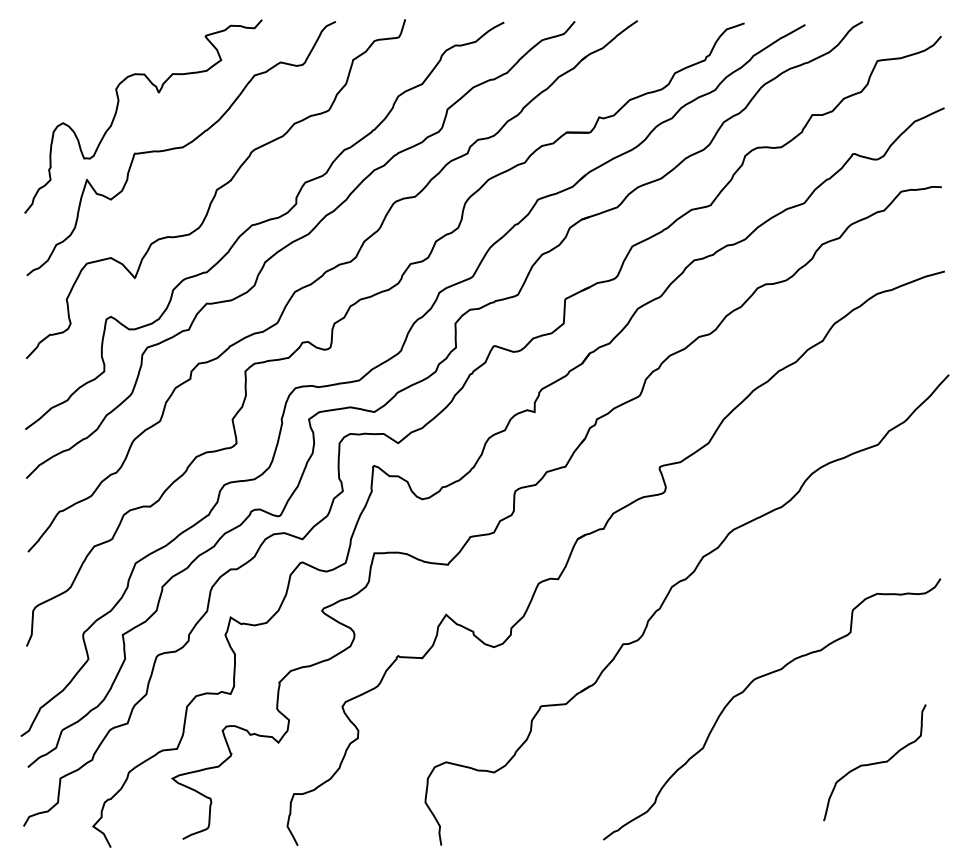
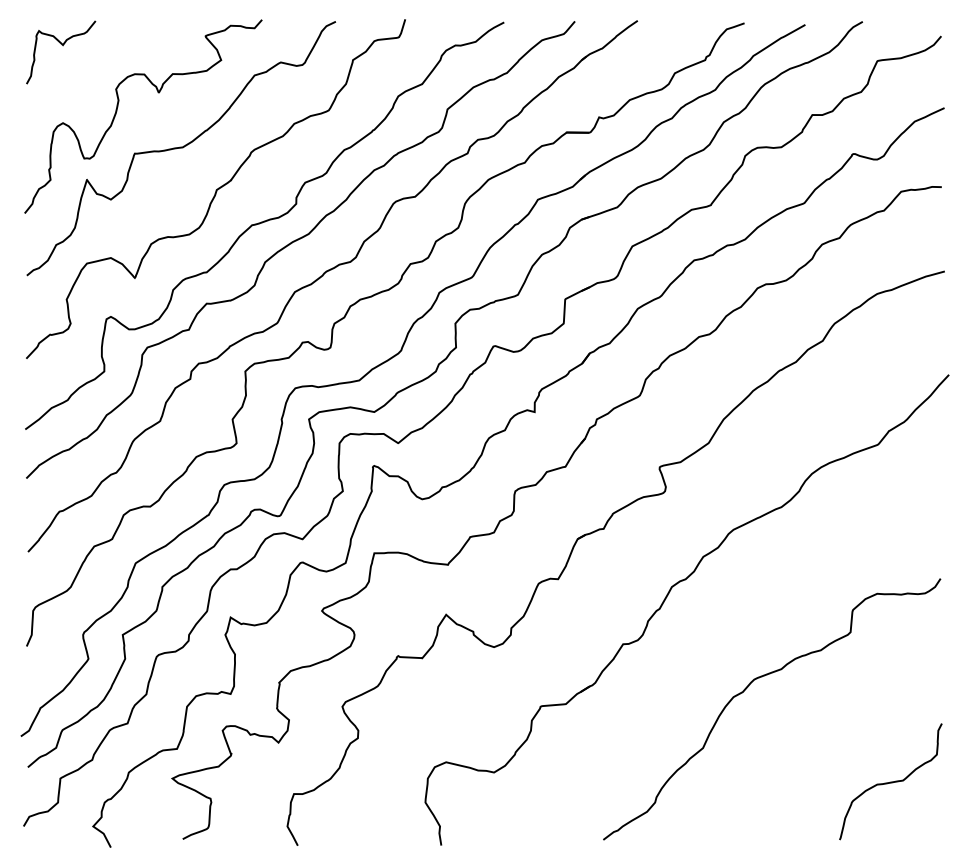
curve at (63, 46): none -> present
curve at (874, 762) position: (874, 762) -> (890, 781)
